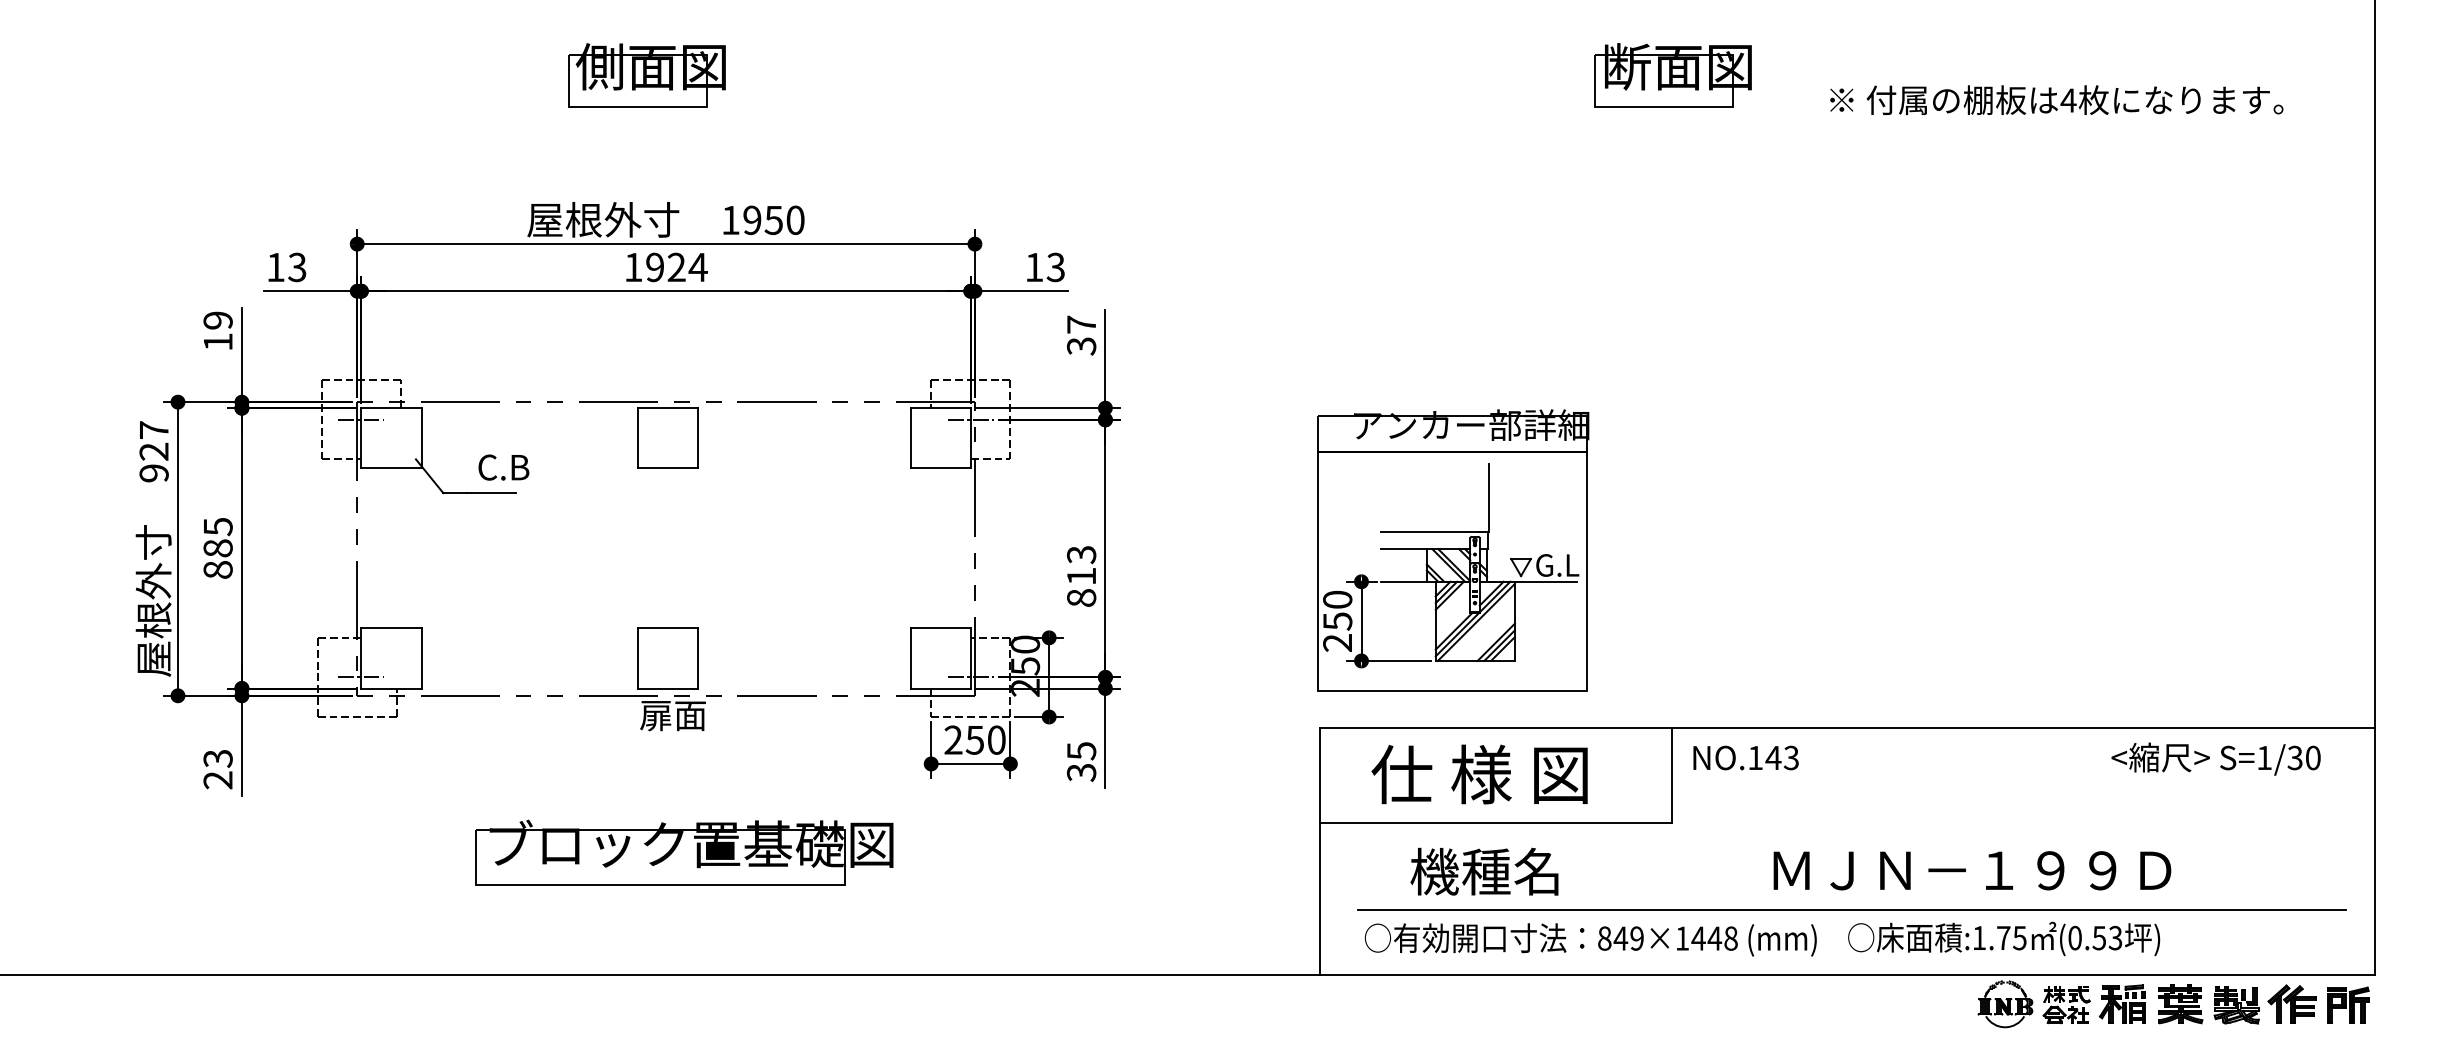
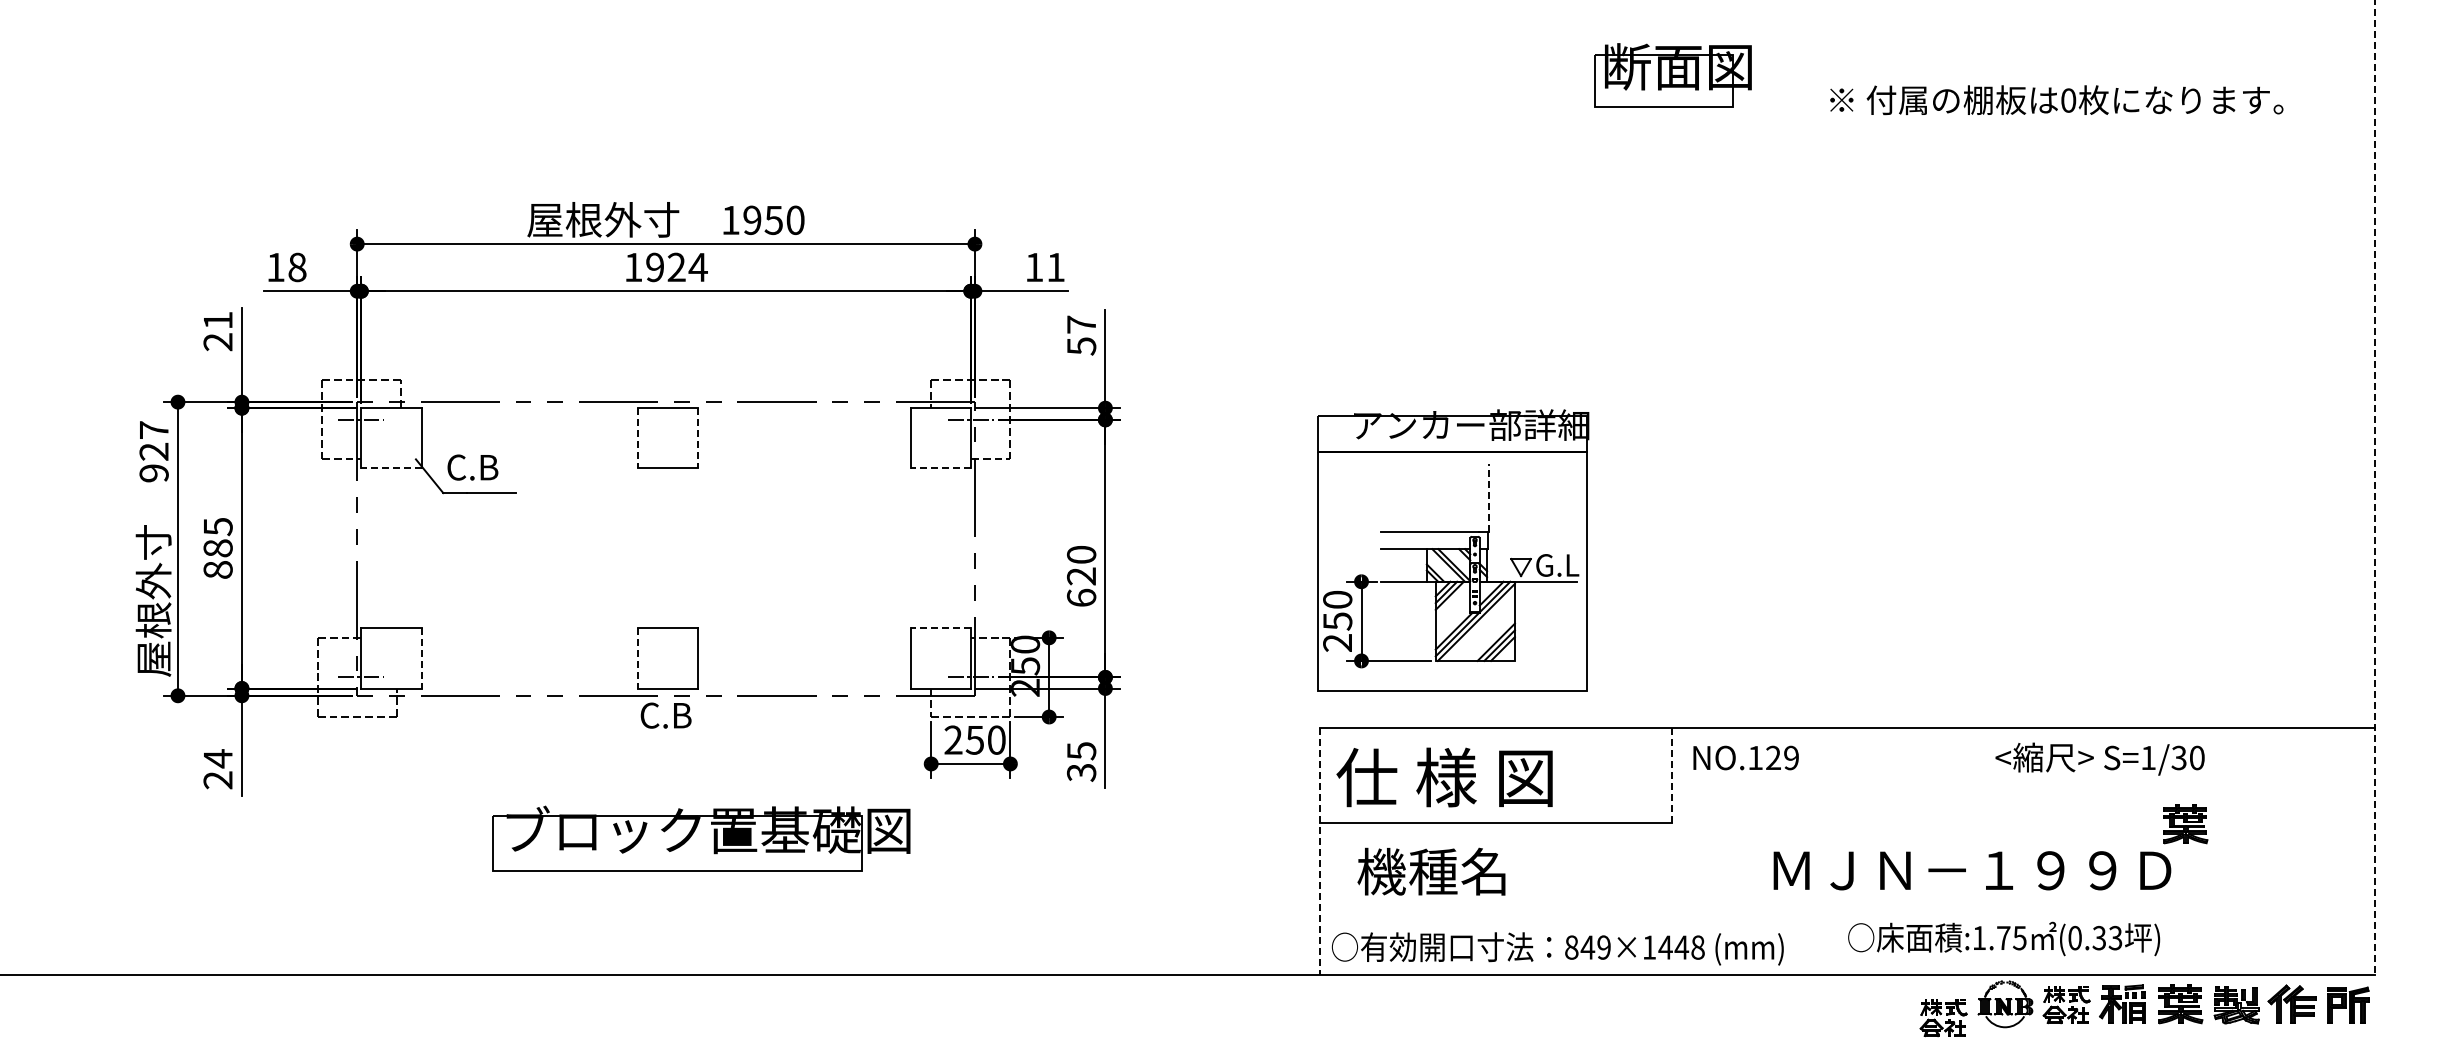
part at (646, 75): present -> none
text at (2068, 100): 4 -> 0
text at (297, 267): 13 -> 18
text at (1055, 267): 13 -> 11
text at (217, 331): 19 -> 21
text at (1081, 345): 37 -> 57
line at (637, 438): solid -> dashed
line at (697, 438): solid -> dashed
text at (503, 467) position: (503, 467) -> (472, 467)
line at (390, 468): solid -> dashed
line at (940, 468): solid -> dashed
line at (2374, 488): solid -> dashed
line at (1488, 497): solid -> dashed
text at (1081, 576): 813 -> 620
line at (940, 628): solid -> dashed
line at (421, 658): solid -> dashed
line at (637, 658): solid -> dashed
text at (672, 716): 扉面 -> C.B
text at (1781, 757): NO.143 -> NO.129
text at (217, 758): 23 -> 24
text at (2215, 758) position: (2215, 758) -> (2099, 758)
text at (1479, 774) position: (1479, 774) -> (1444, 777)
line at (1671, 775): solid -> dashed
part at (2185, 824): none -> present
line at (1320, 851): solid -> dashed
part at (684, 852) position: (684, 852) -> (701, 838)
text at (1484, 871) position: (1484, 871) -> (1431, 871)
line at (1852, 909): present -> none
text at (2098, 937): (0.53 -> (0.33
text at (1590, 939) position: (1590, 939) -> (1557, 948)
part at (1943, 1018): none -> present
